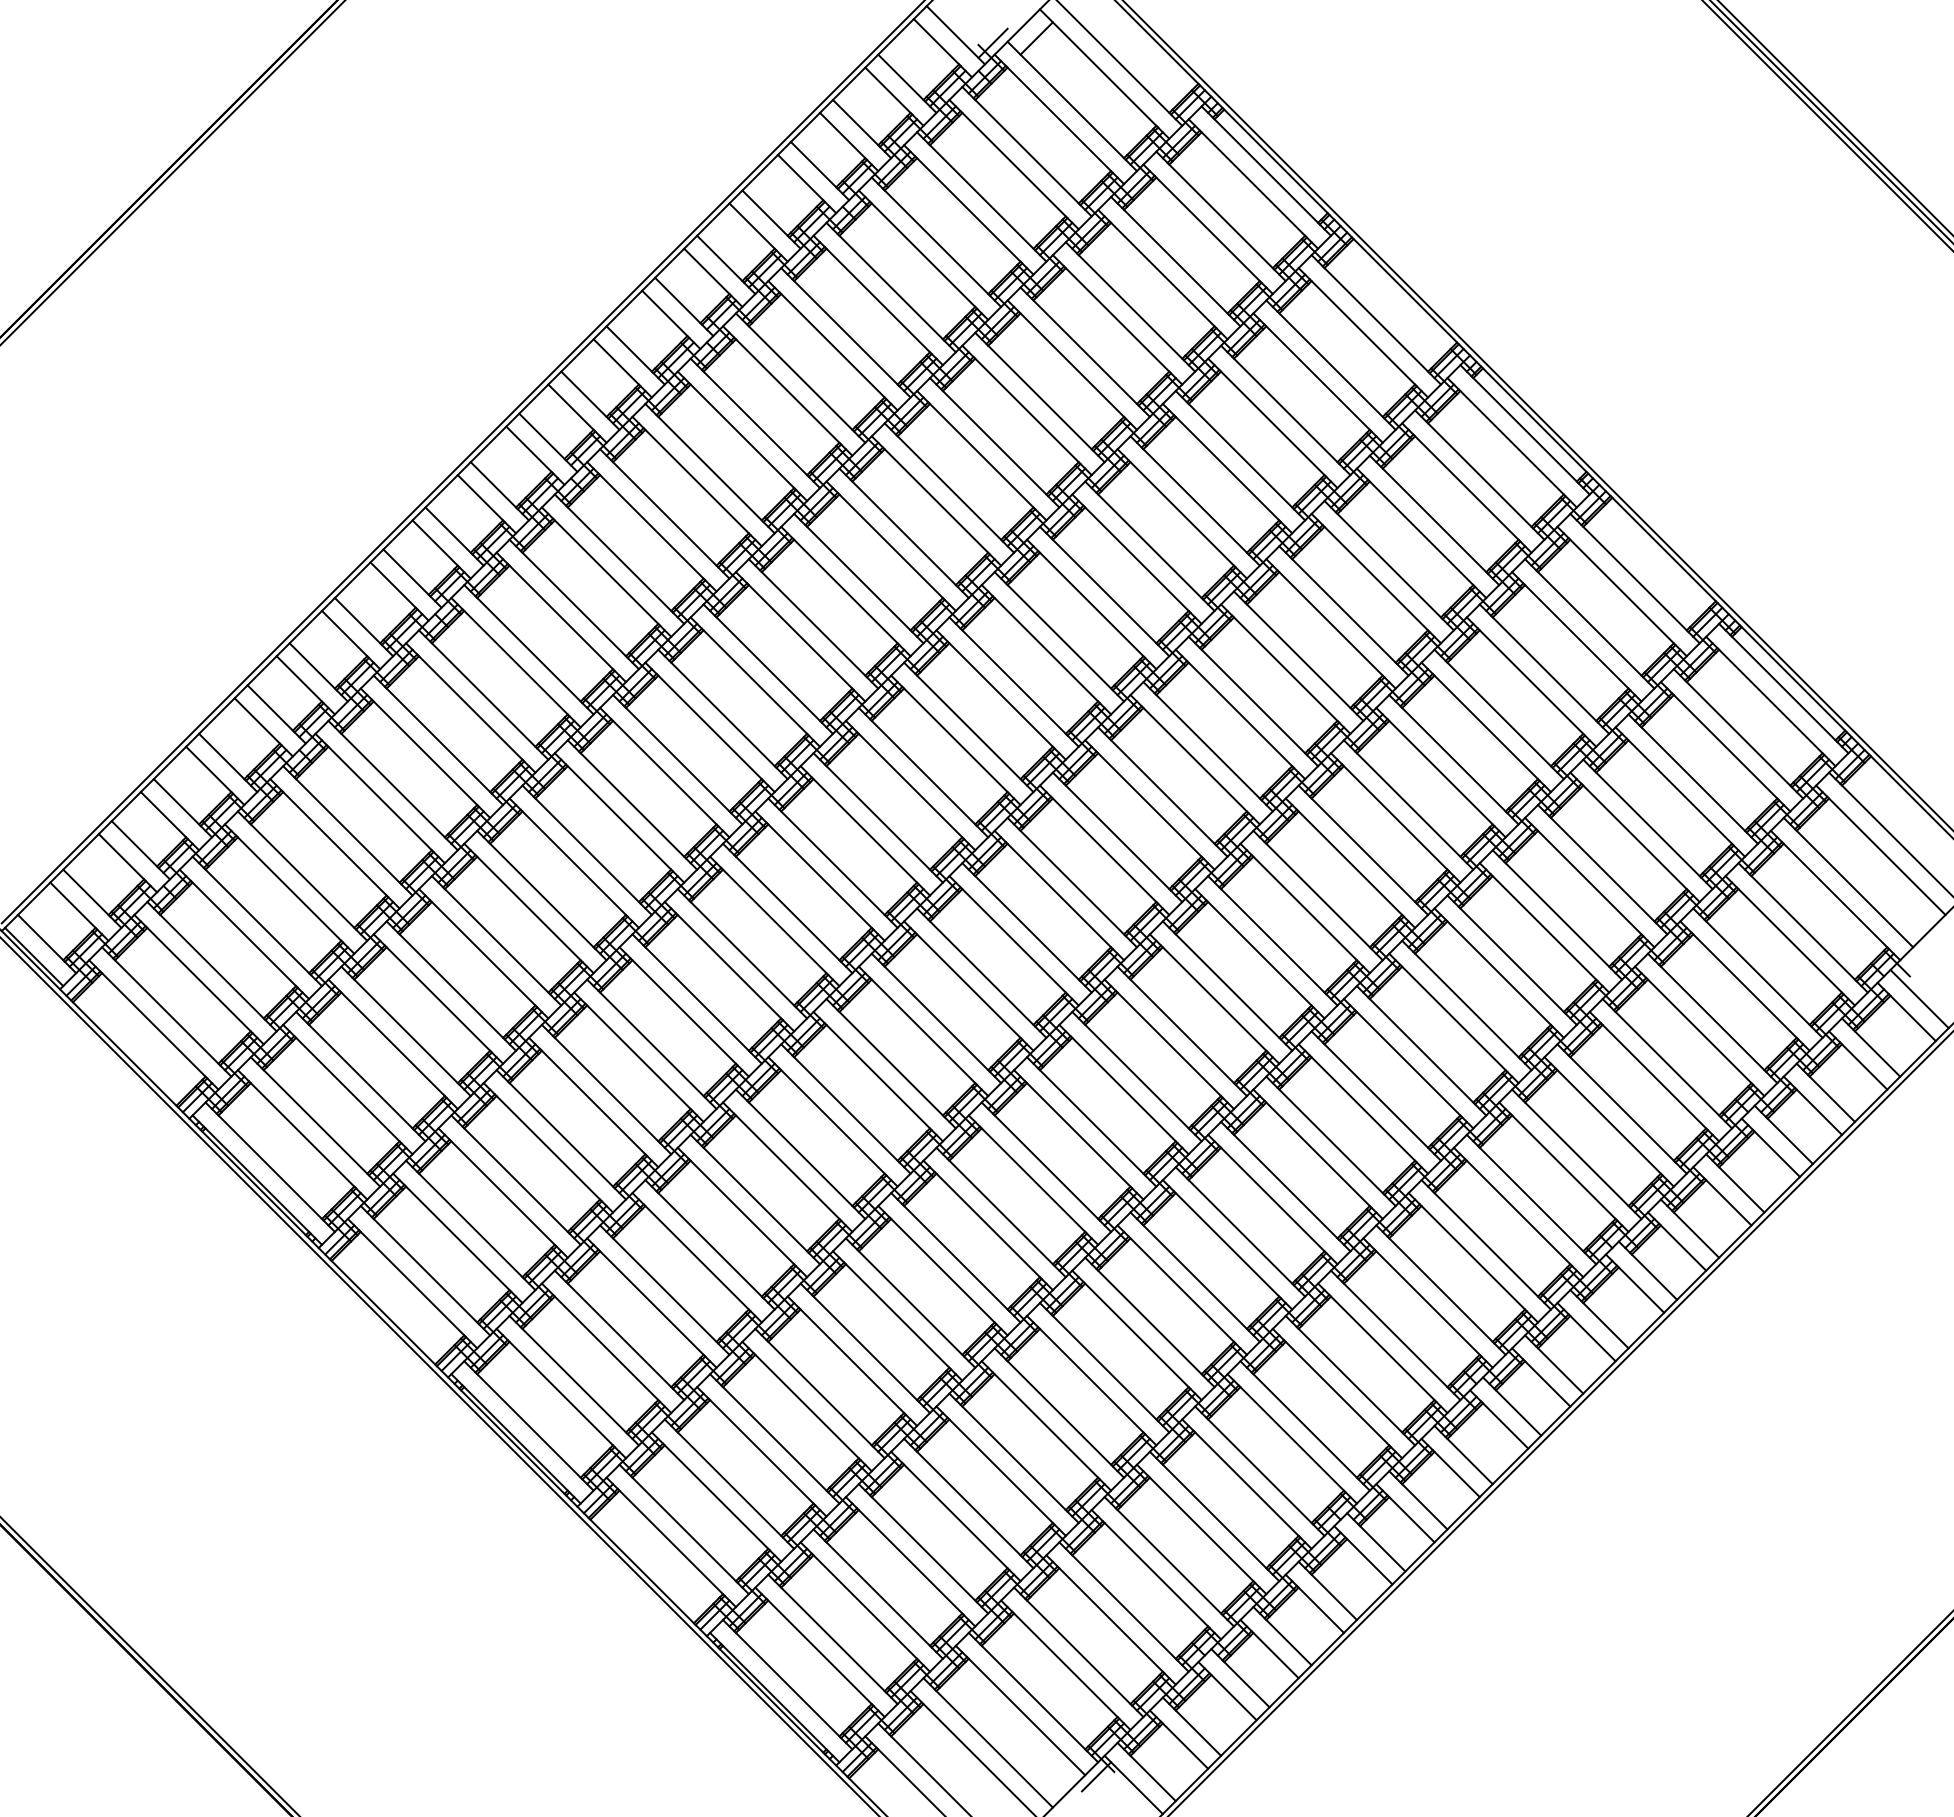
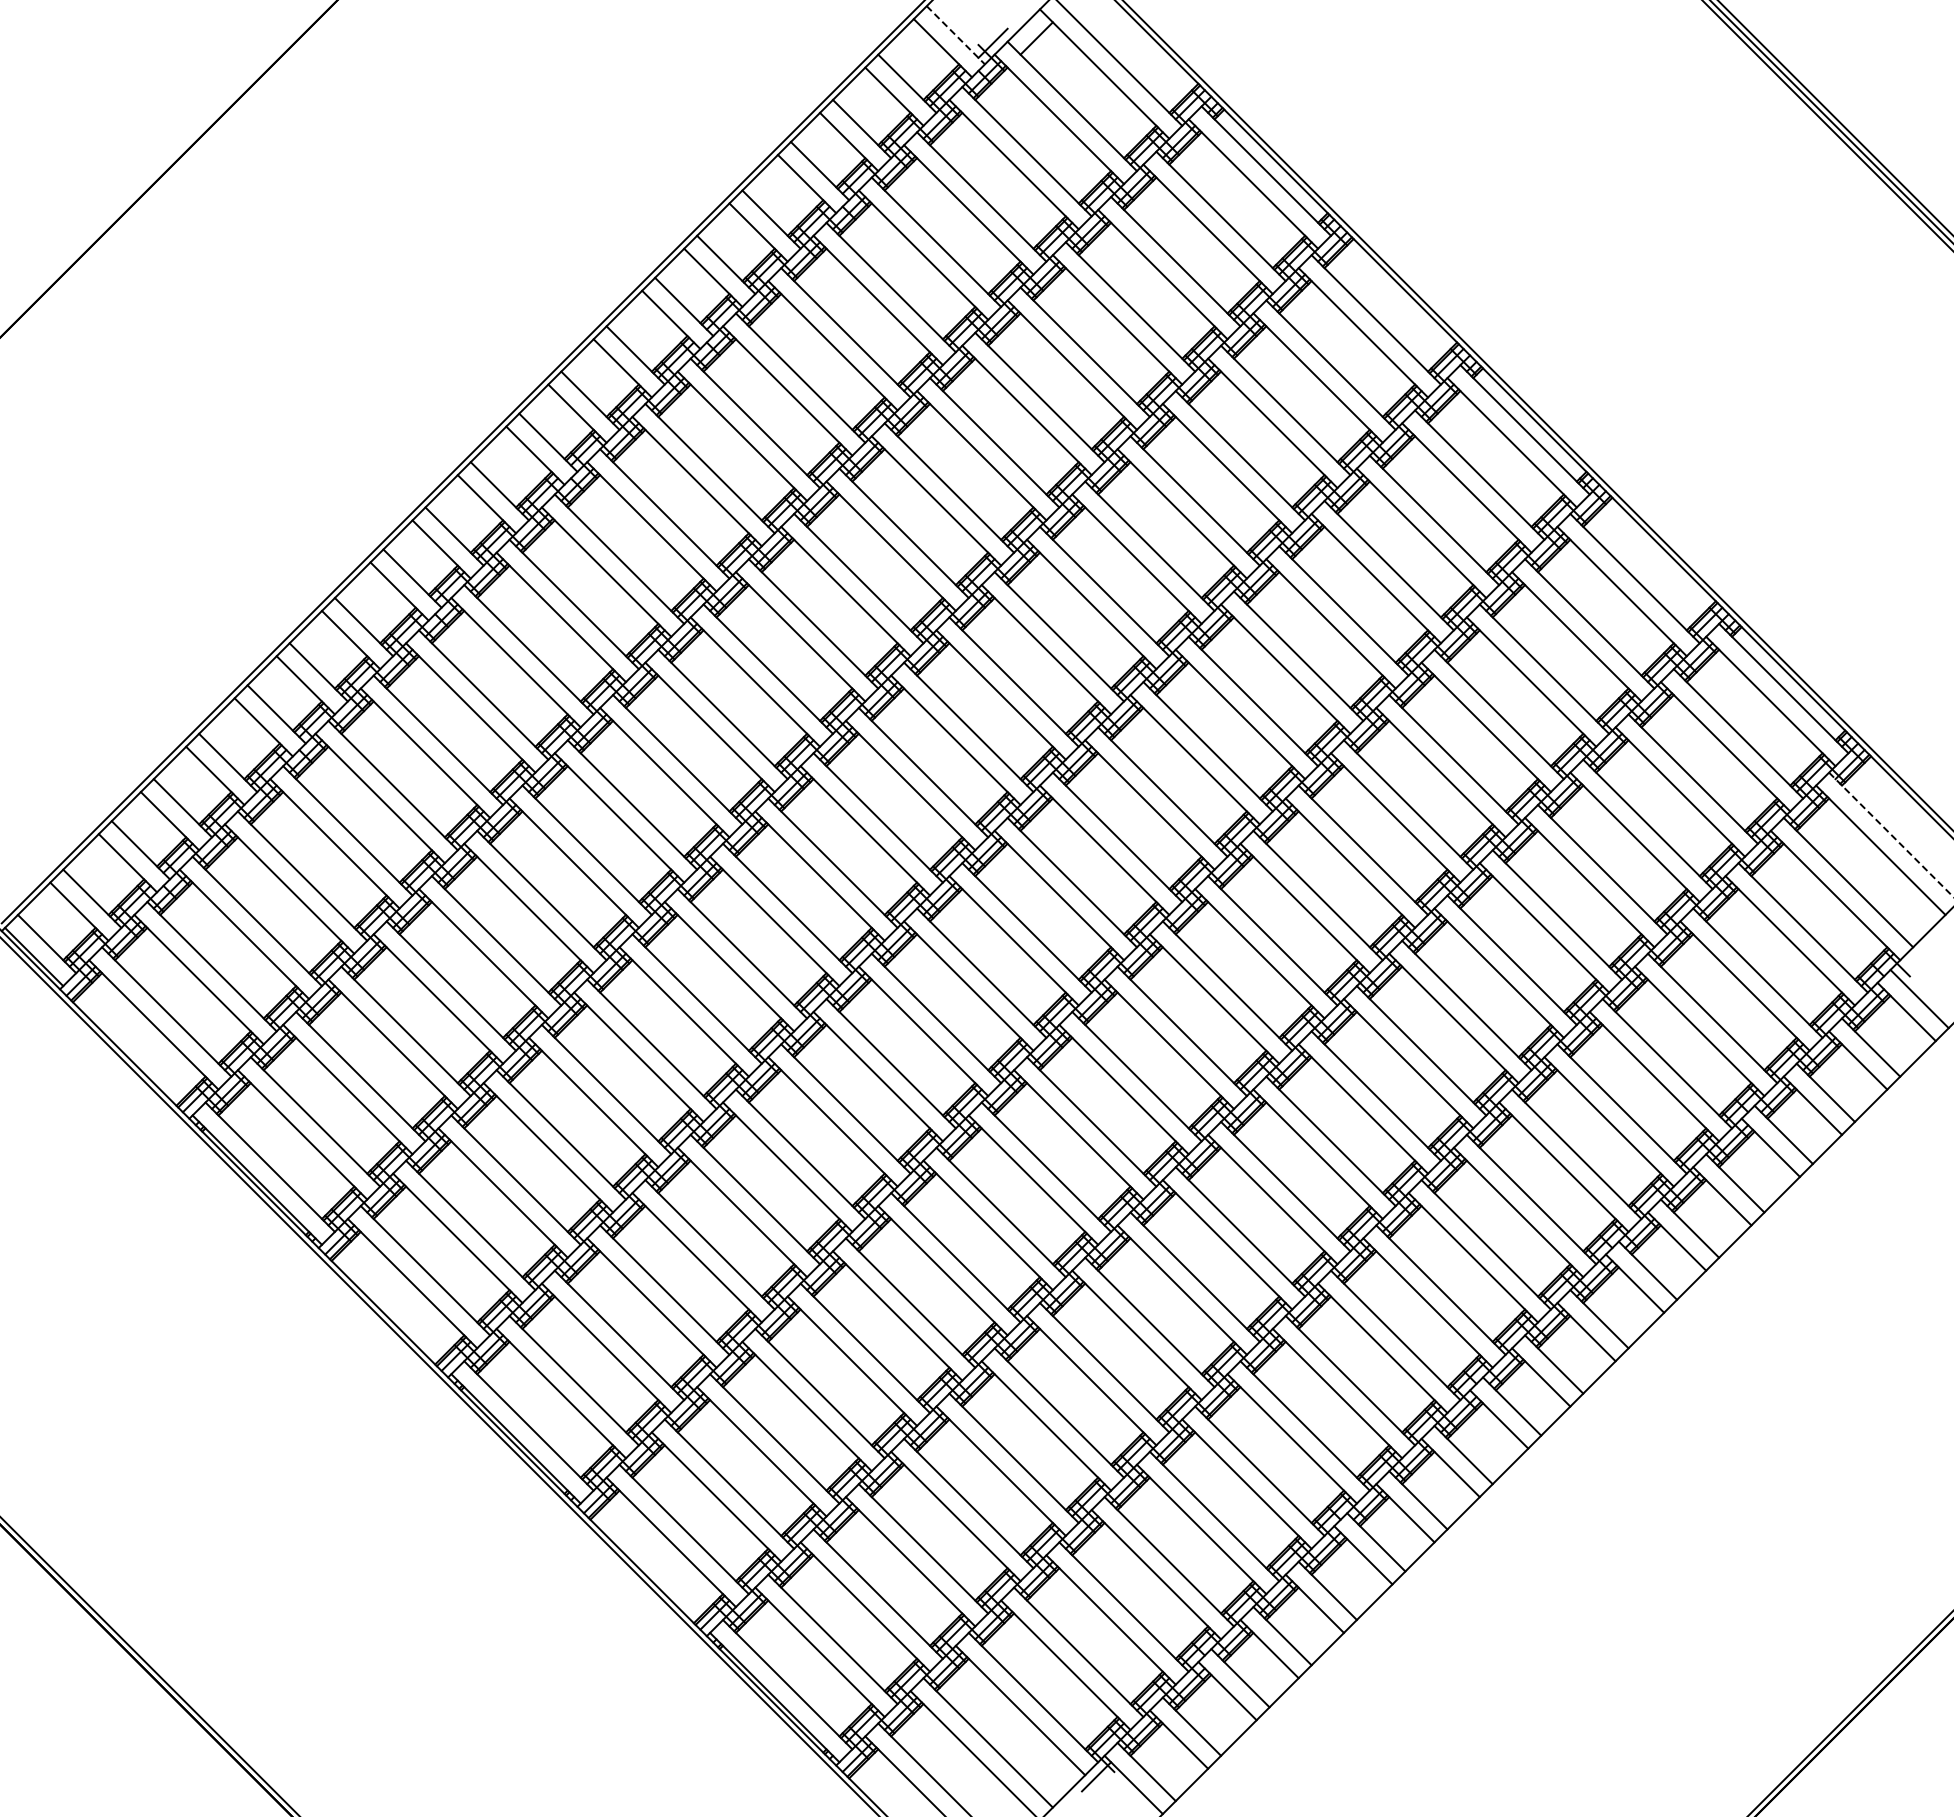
line at (956, 35): solid -> dashed
line at (172, 172): present -> none
line at (1891, 834): solid -> dashed
line at (1560, 1423): present -> none
